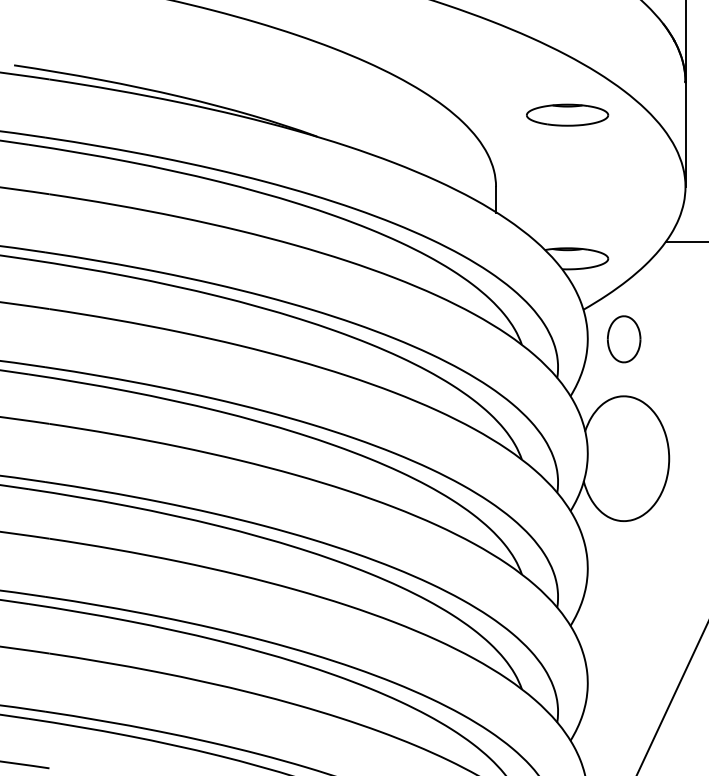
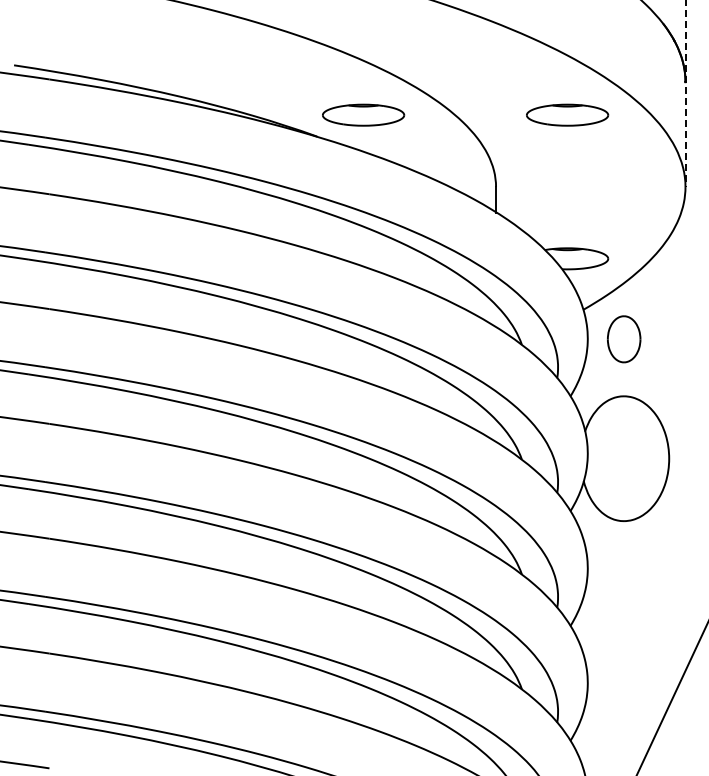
line at (685, 94): solid -> dashed
part at (363, 114): none -> present
line at (685, 241): present -> none
